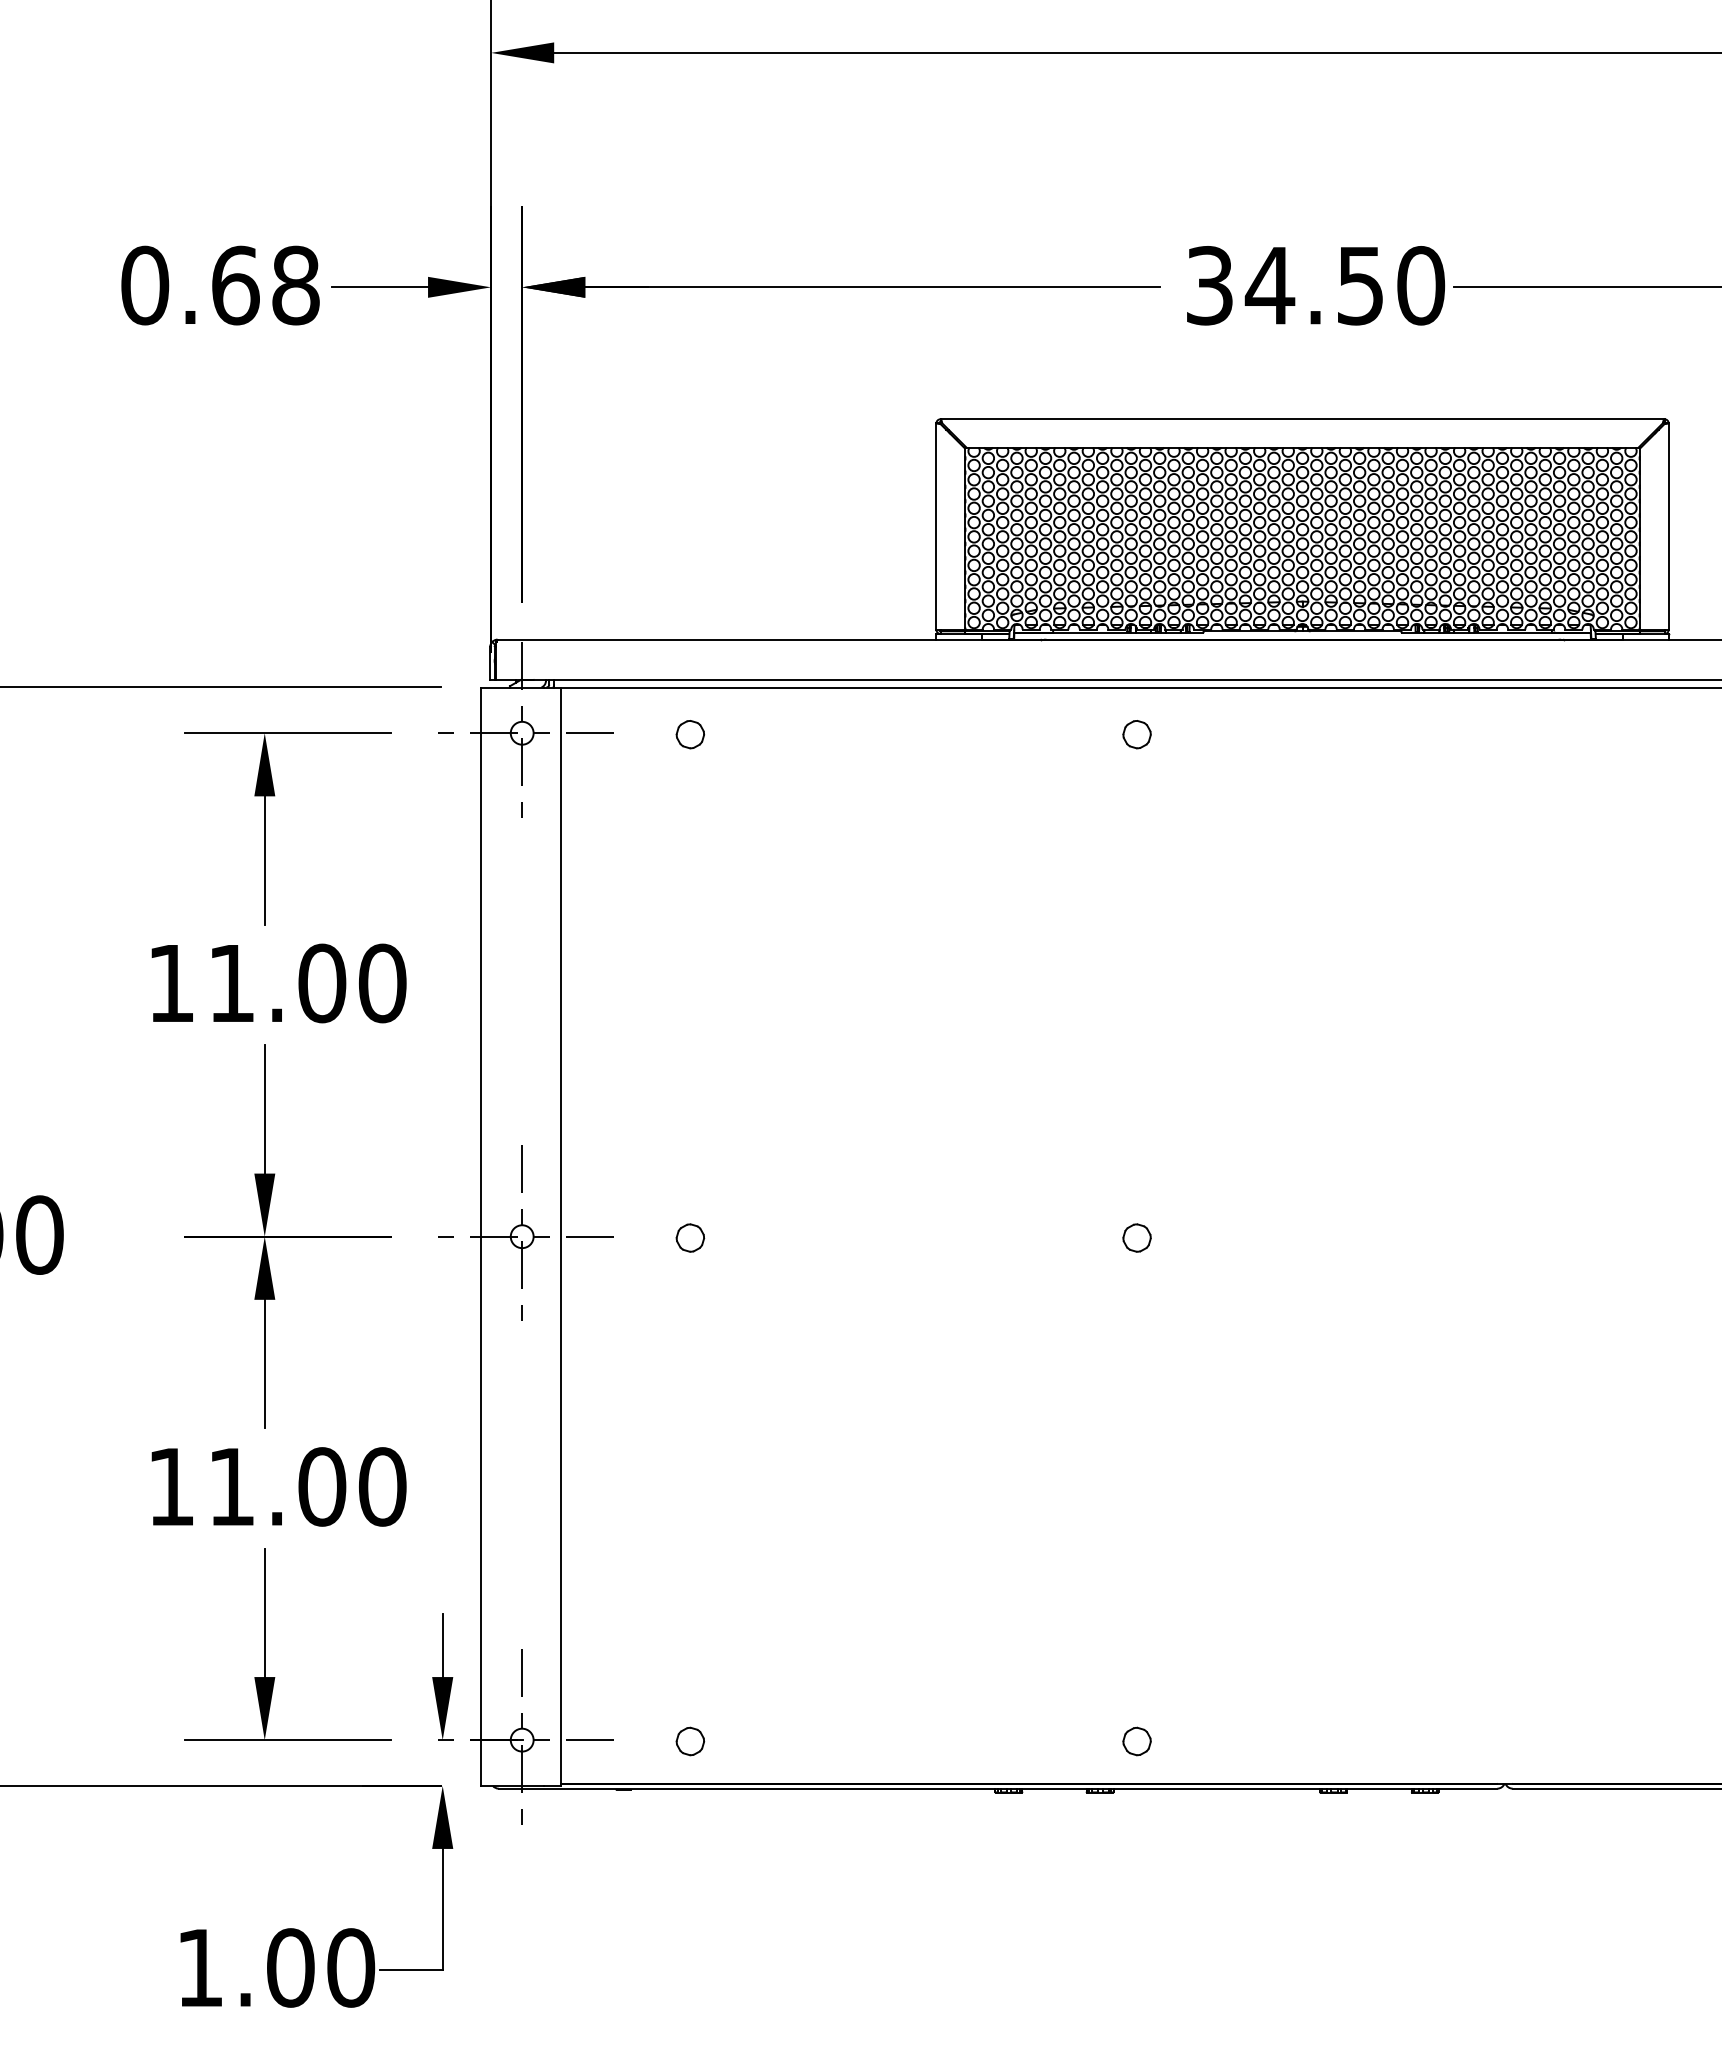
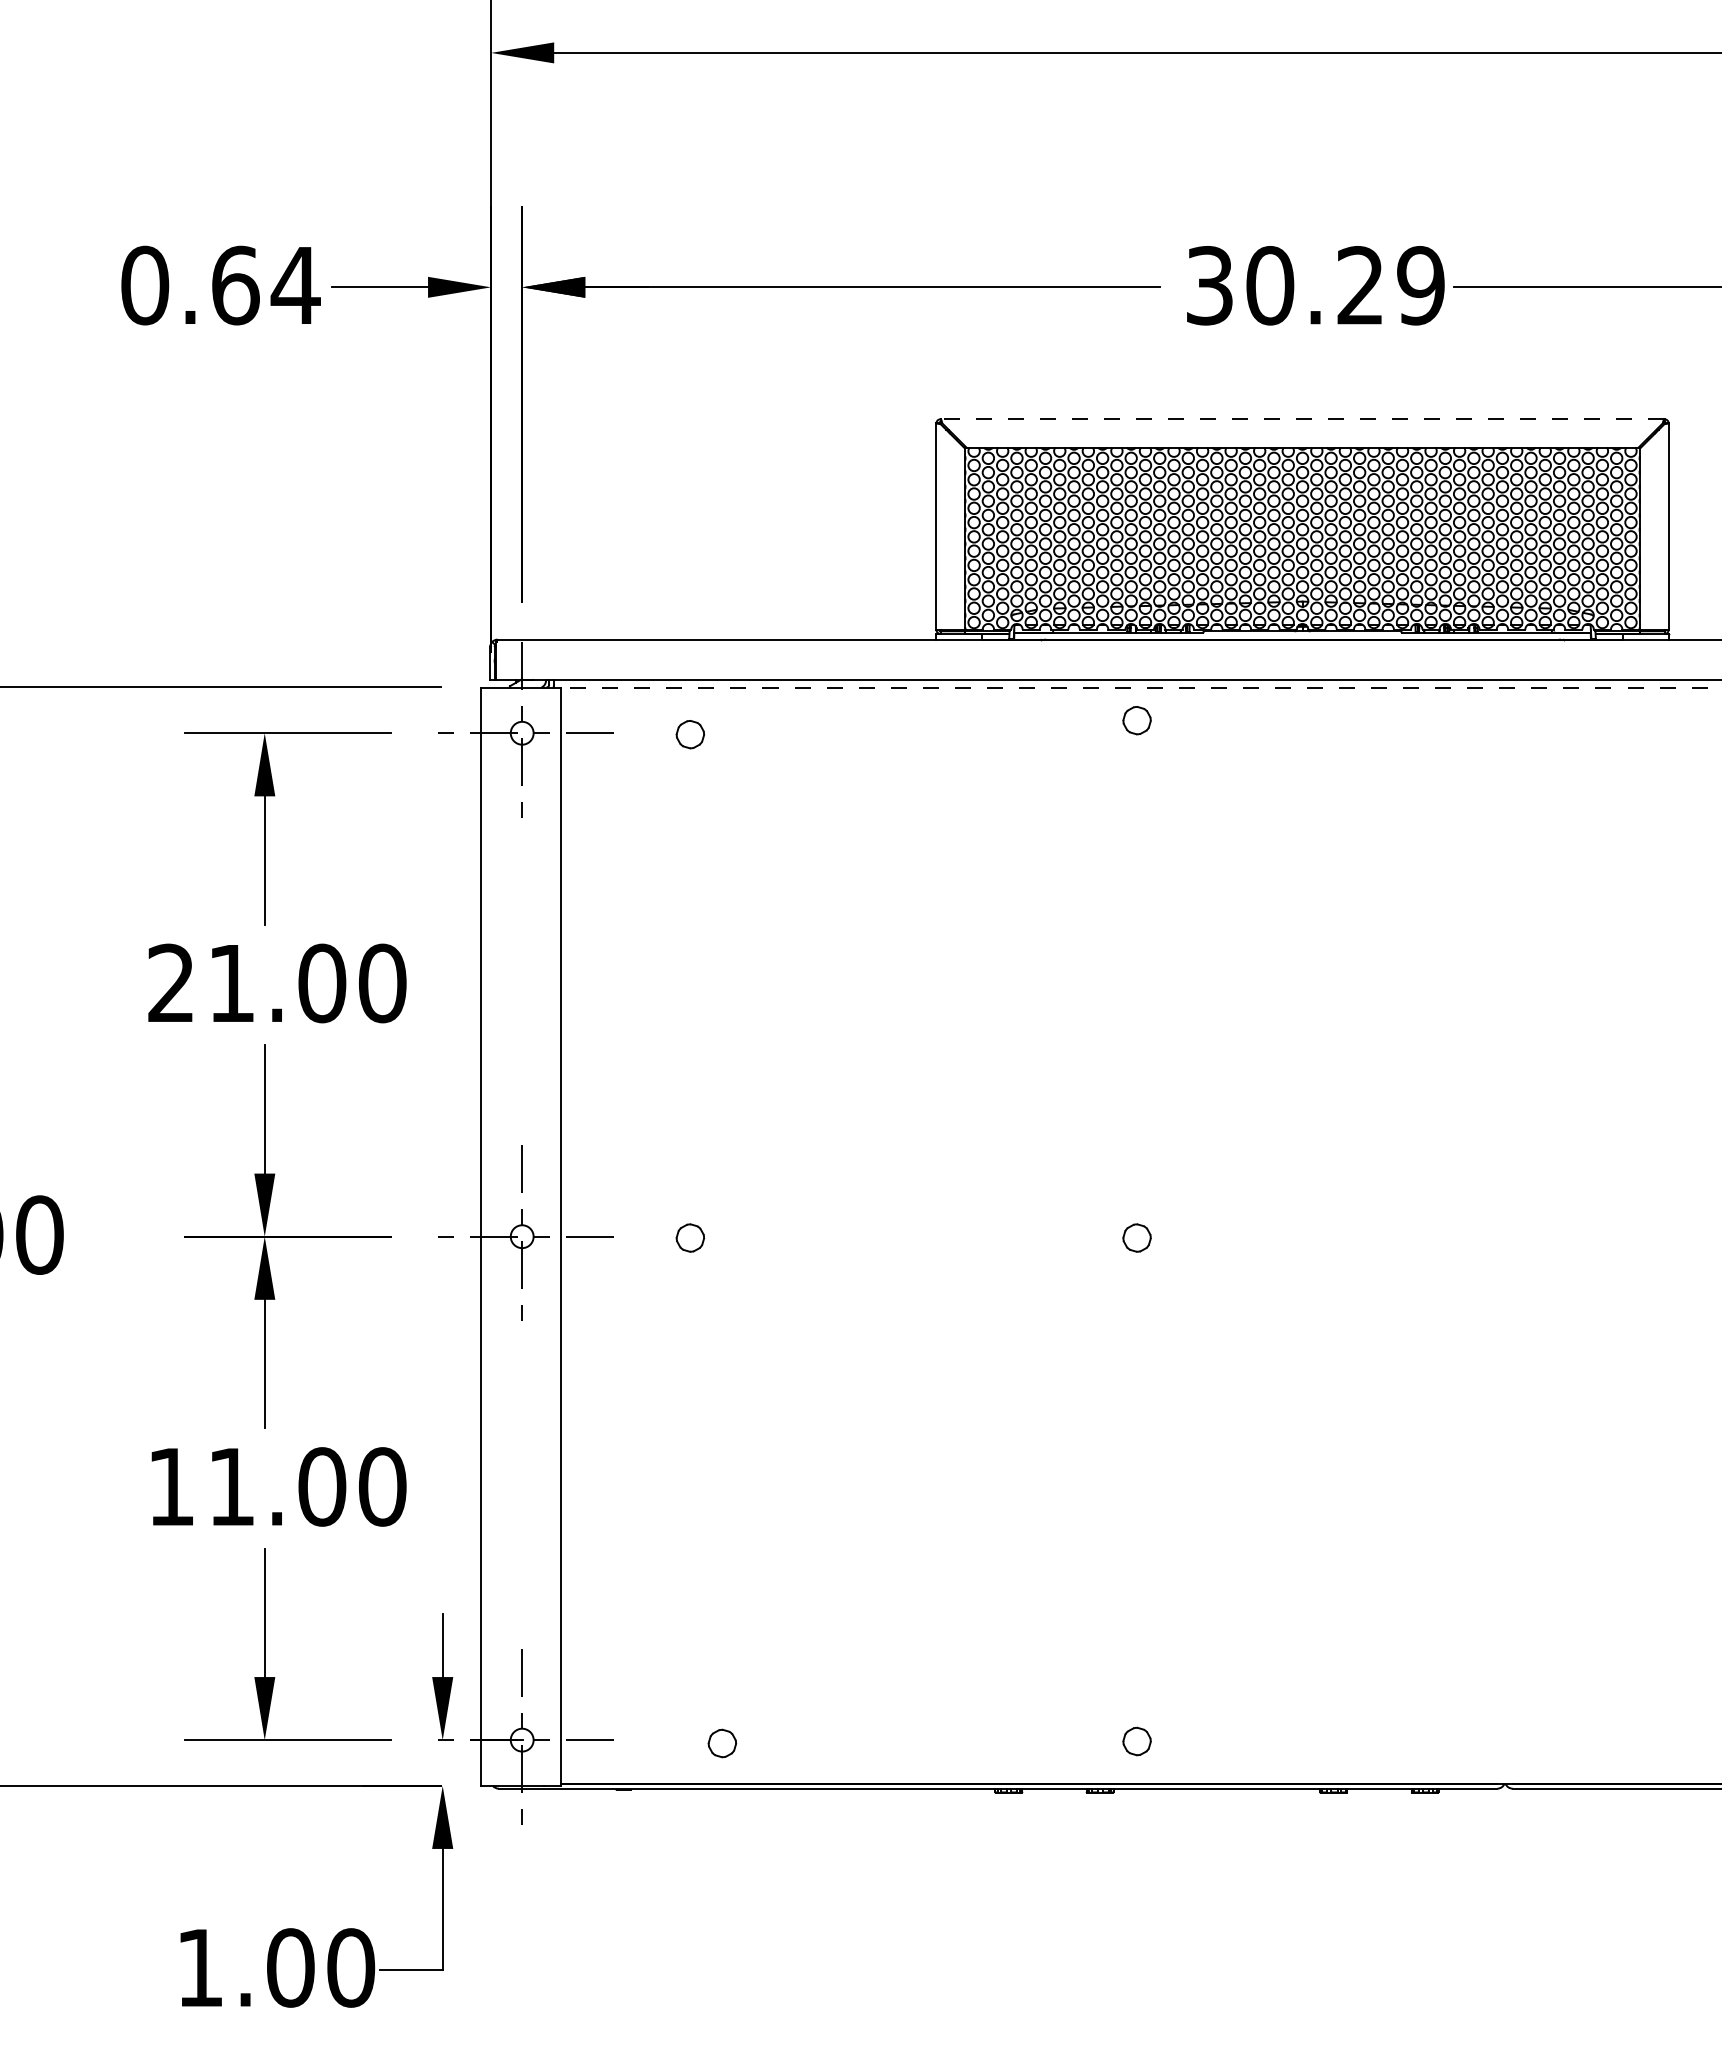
text at (295, 285): 0.68 -> 0.64
text at (1344, 285): 34.50 -> 30.29
line at (1302, 419): solid -> dashed
line at (1141, 687): solid -> dashed
part at (1136, 734) position: (1136, 734) -> (1136, 720)
text at (170, 982): 11.00 -> 21.00
part at (690, 1741) position: (690, 1741) -> (722, 1743)
